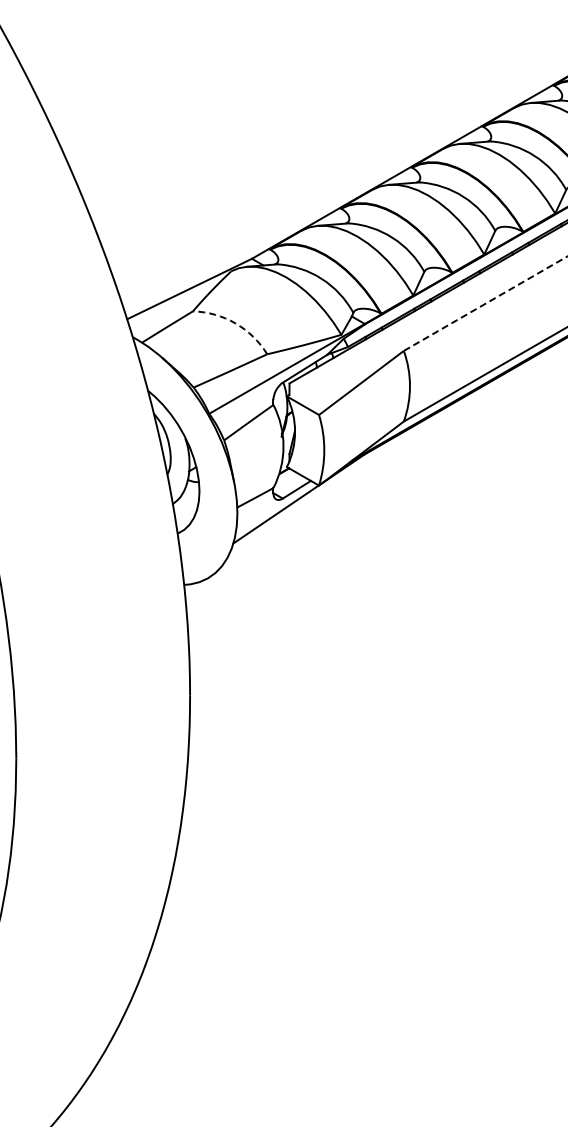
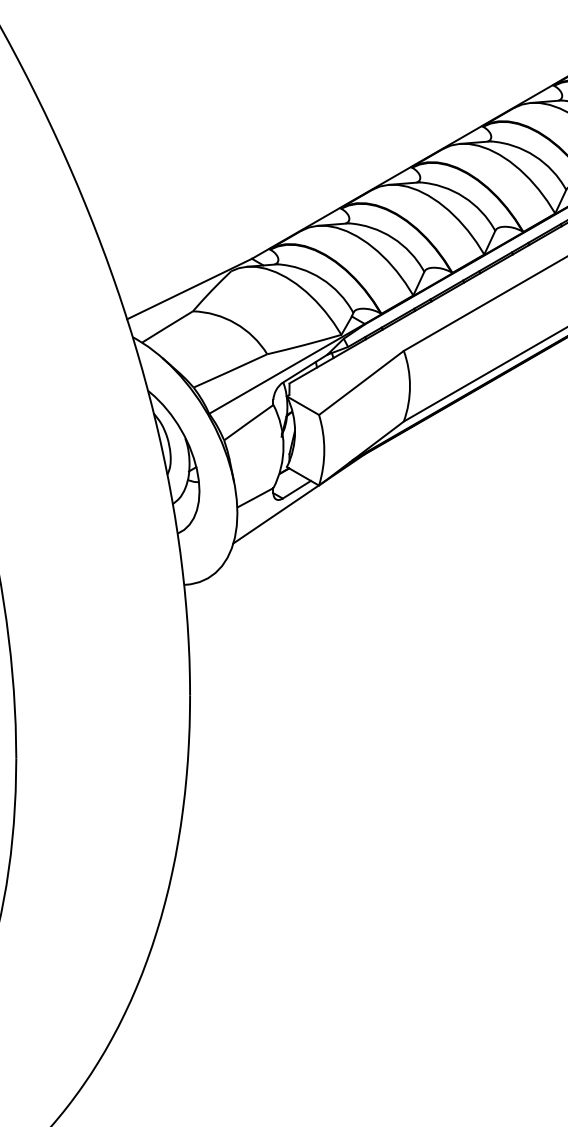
line at (486, 303): dashed -> solid
arc at (235, 323): dashed -> solid
